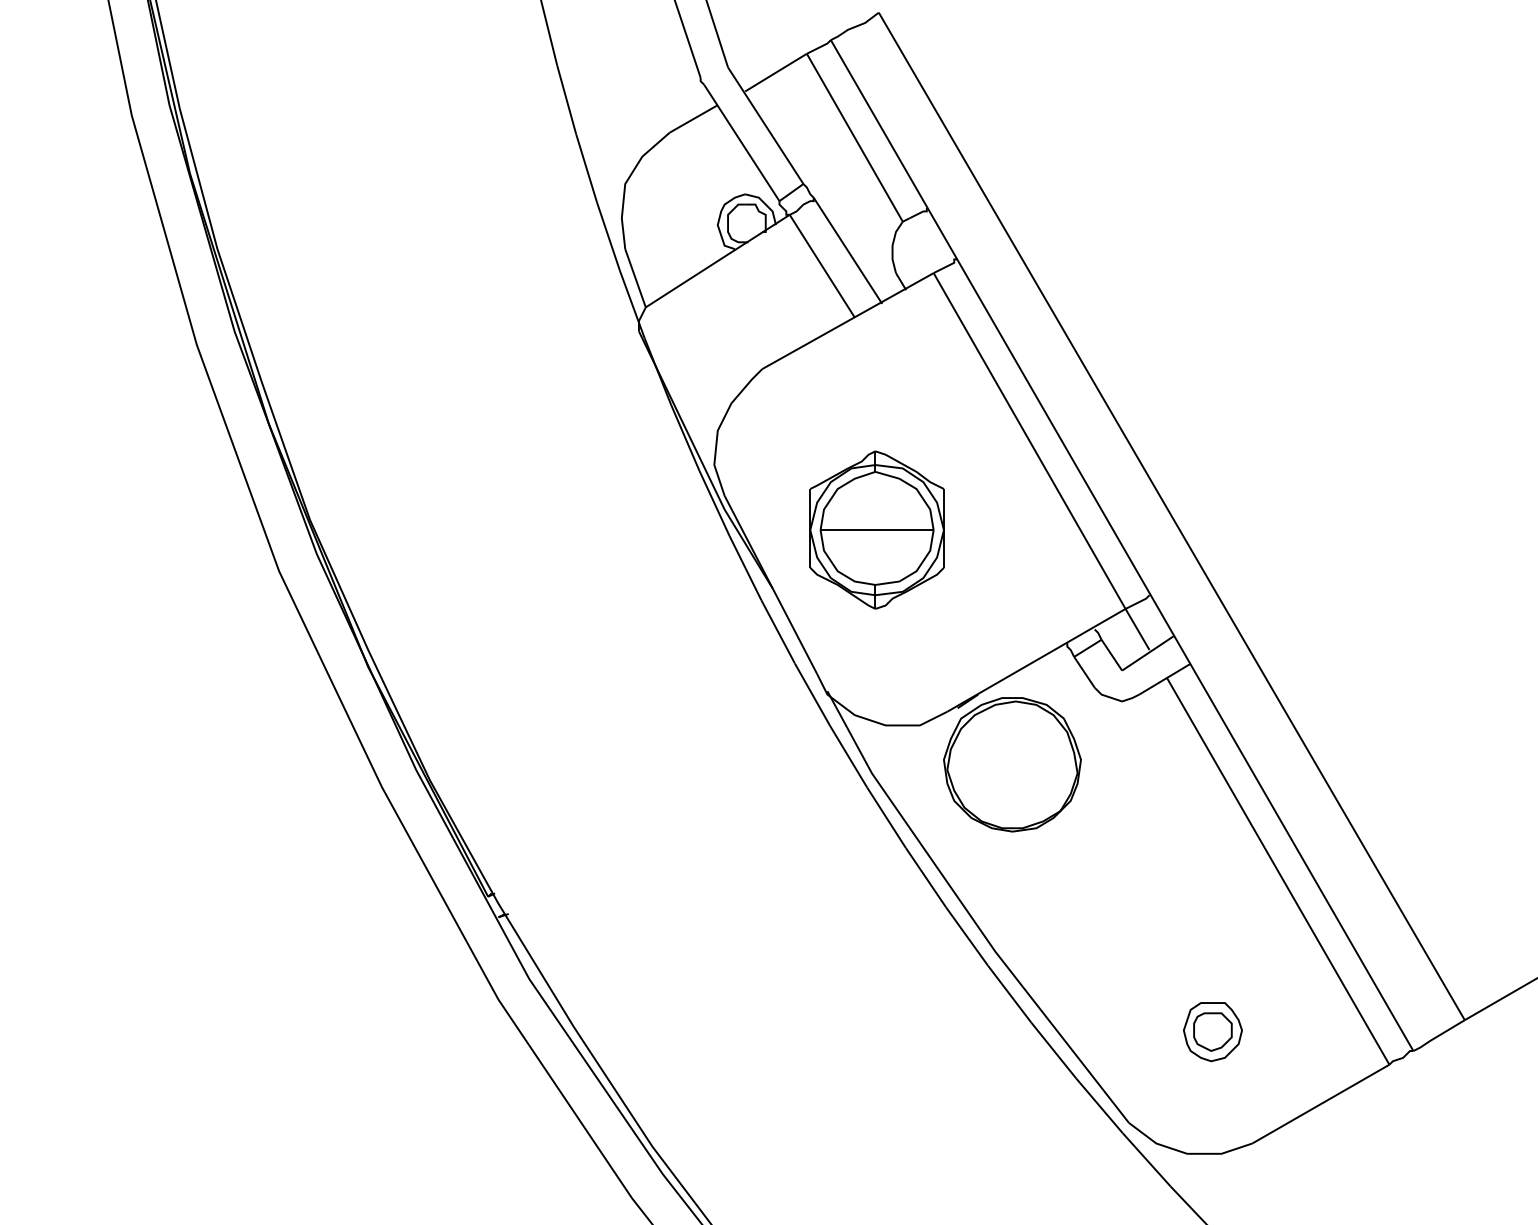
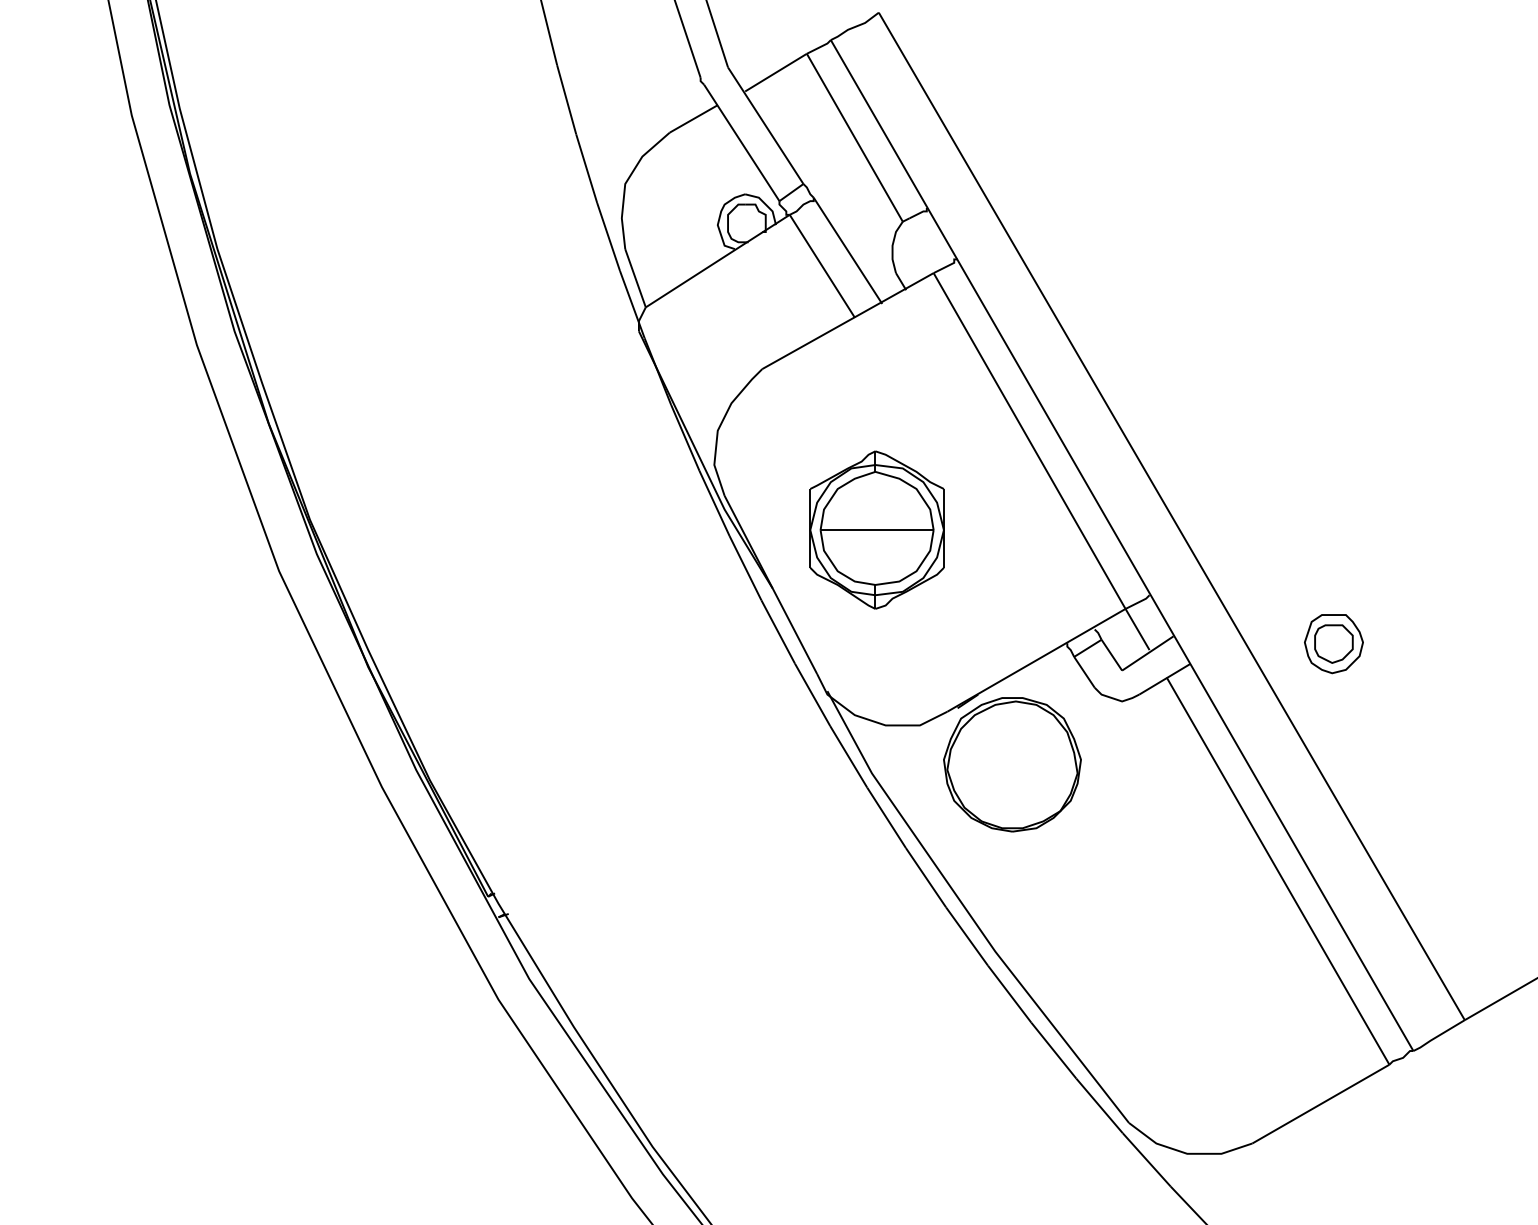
part at (1212, 1032) position: (1212, 1032) -> (1333, 644)
